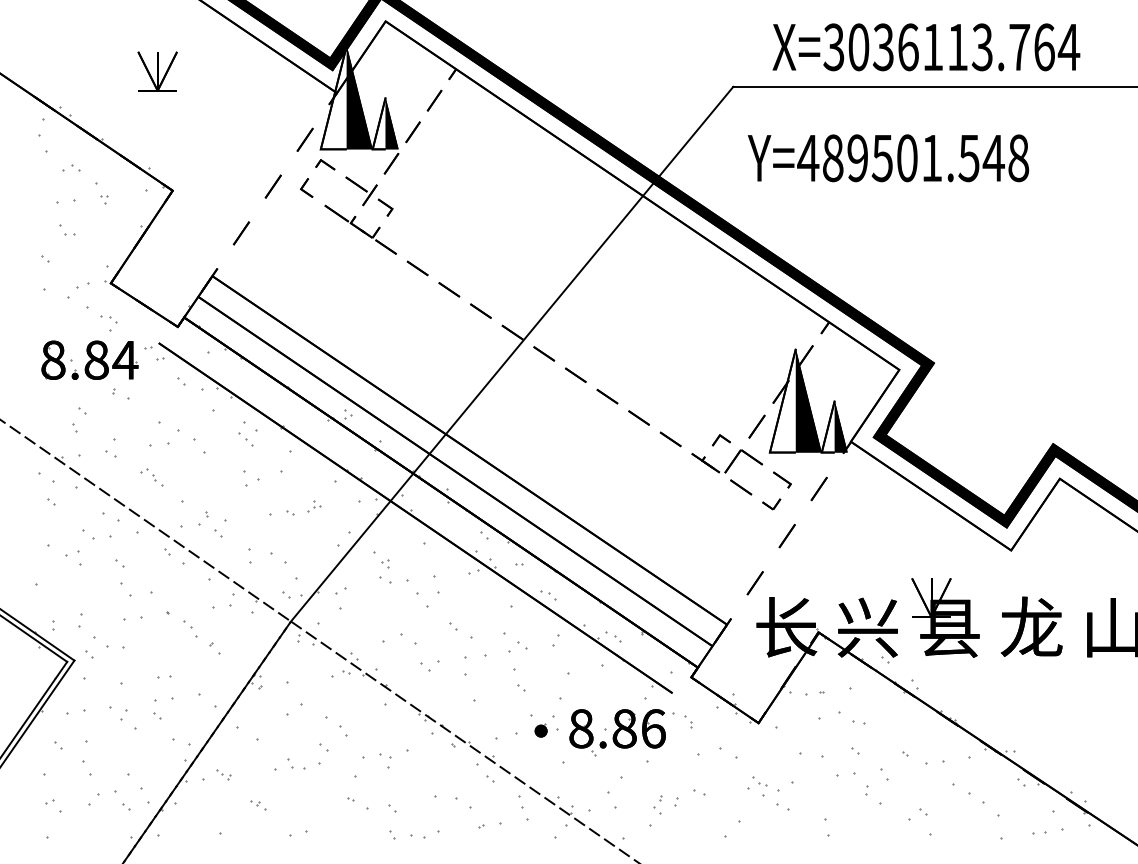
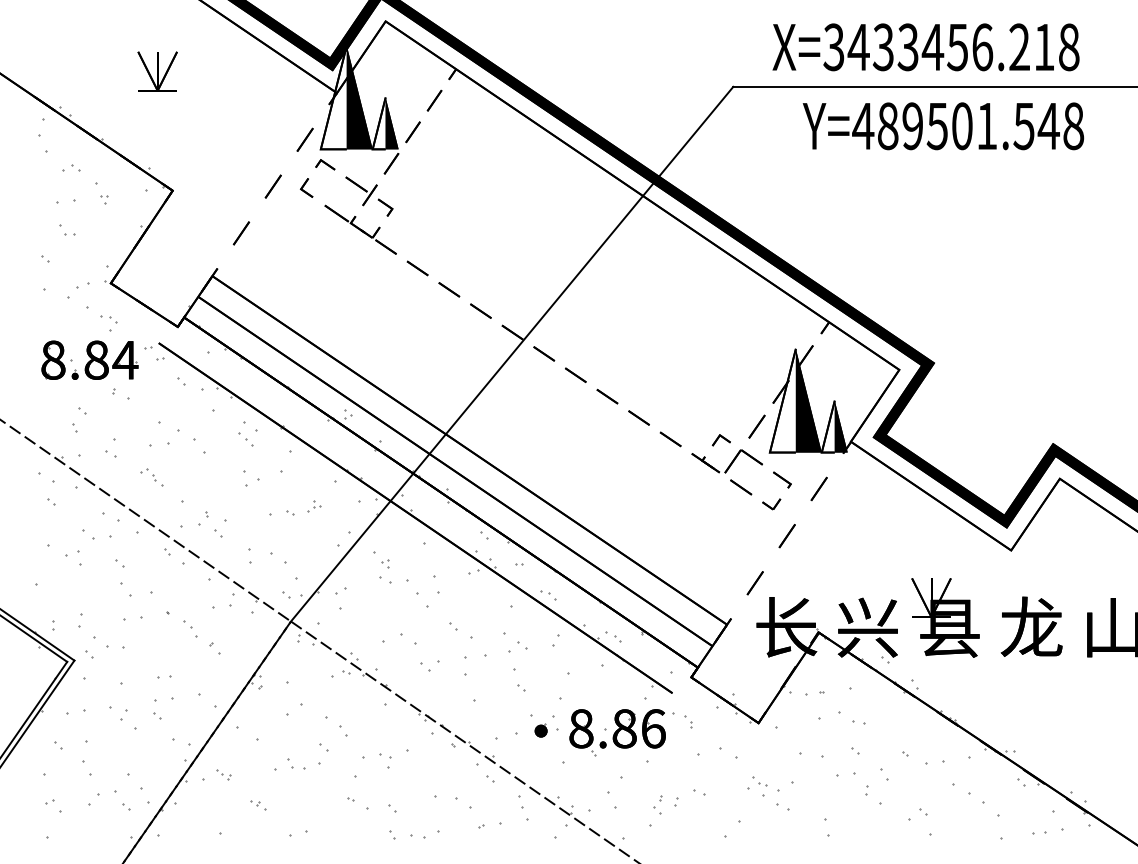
text at (963, 47): X=3036113.764 -> X=3433456.218
text at (888, 158) position: (888, 158) -> (943, 126)
